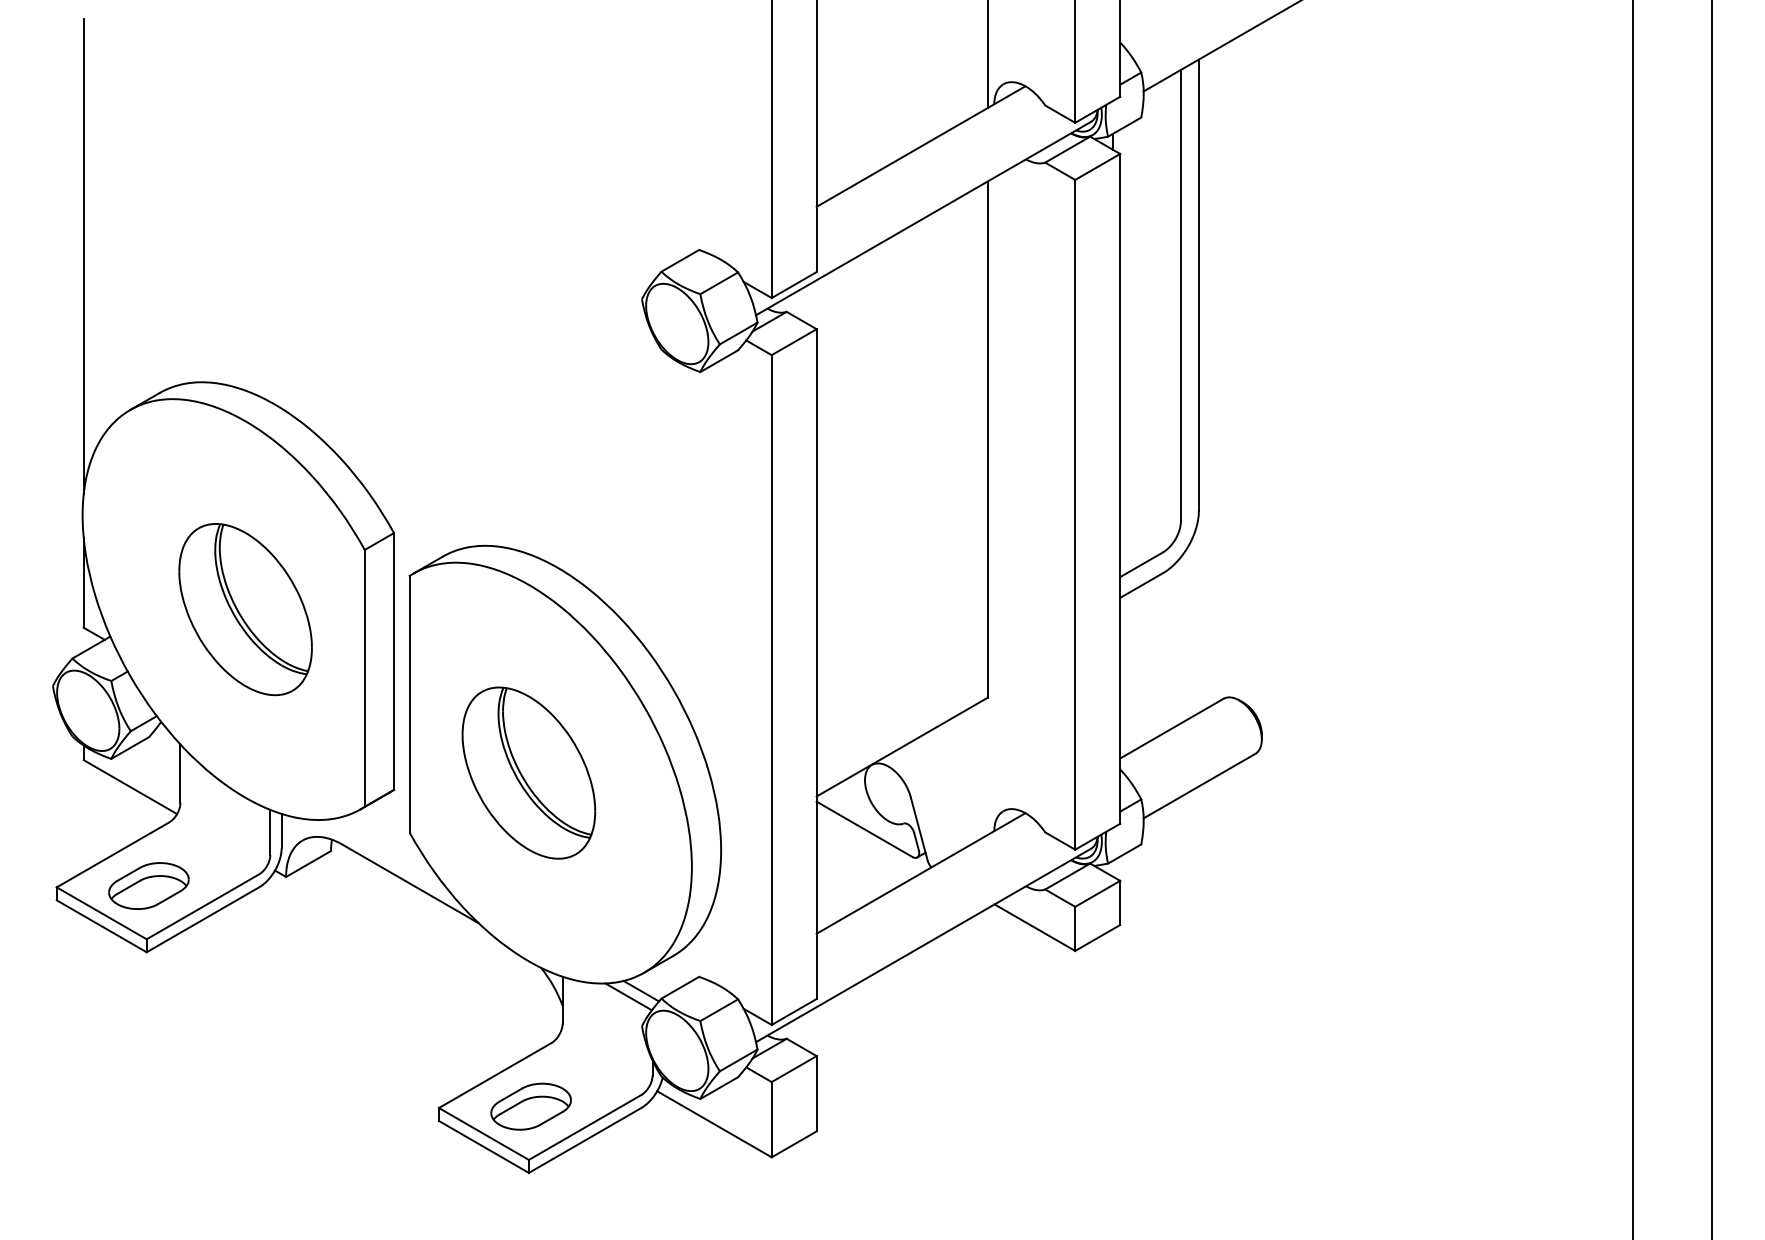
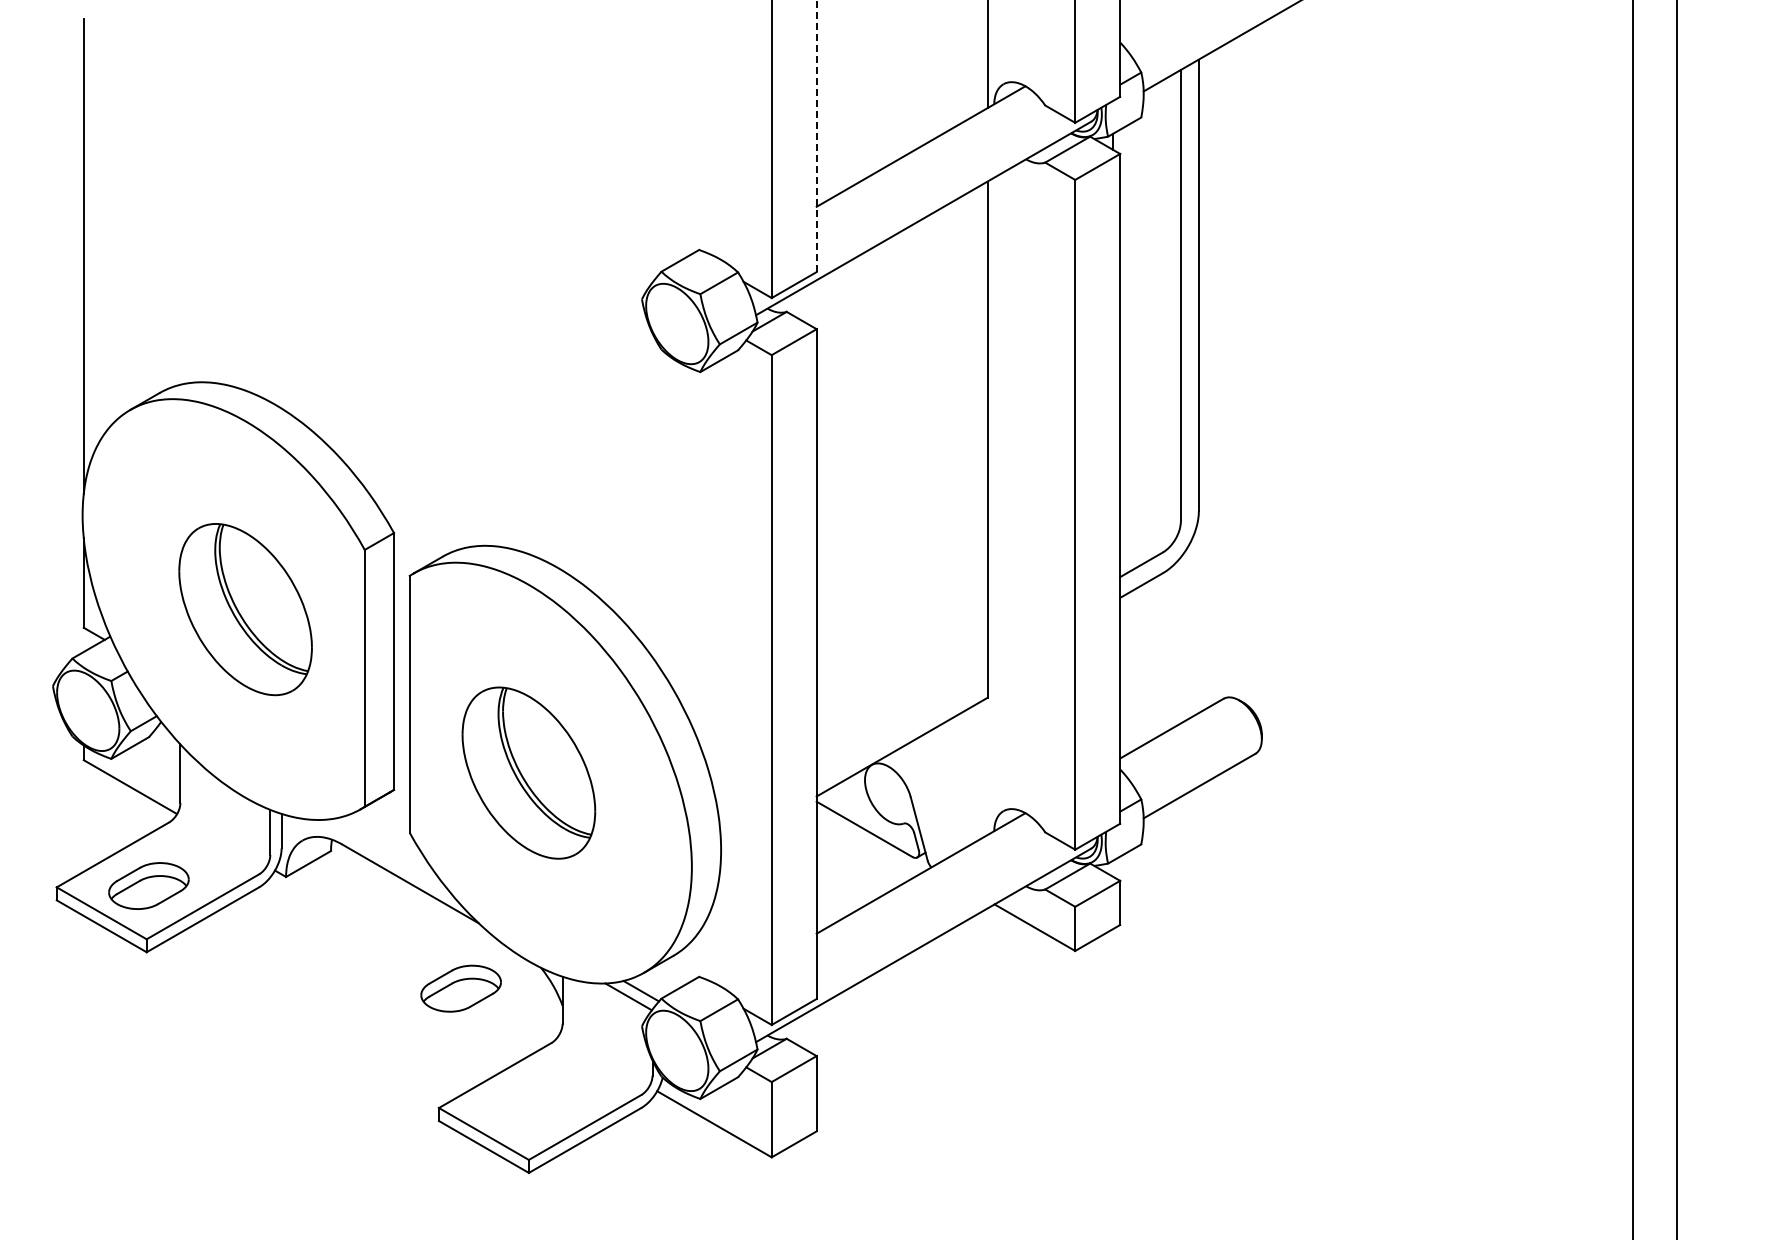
line at (816, 136): solid -> dashed
line at (1712, 619) position: (1712, 619) -> (1677, 619)
part at (530, 1106) position: (530, 1106) -> (460, 988)
